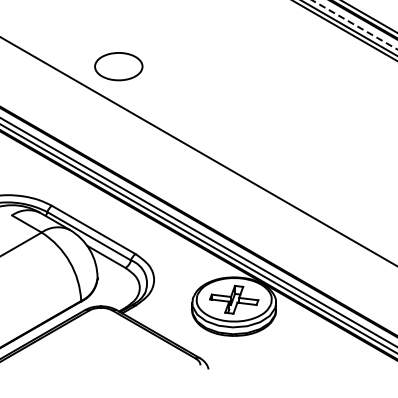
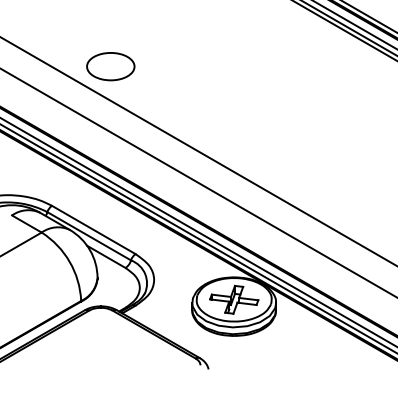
line at (354, 24): dashed -> solid
part at (118, 66) position: (118, 66) -> (110, 66)
line at (198, 182): none -> present
